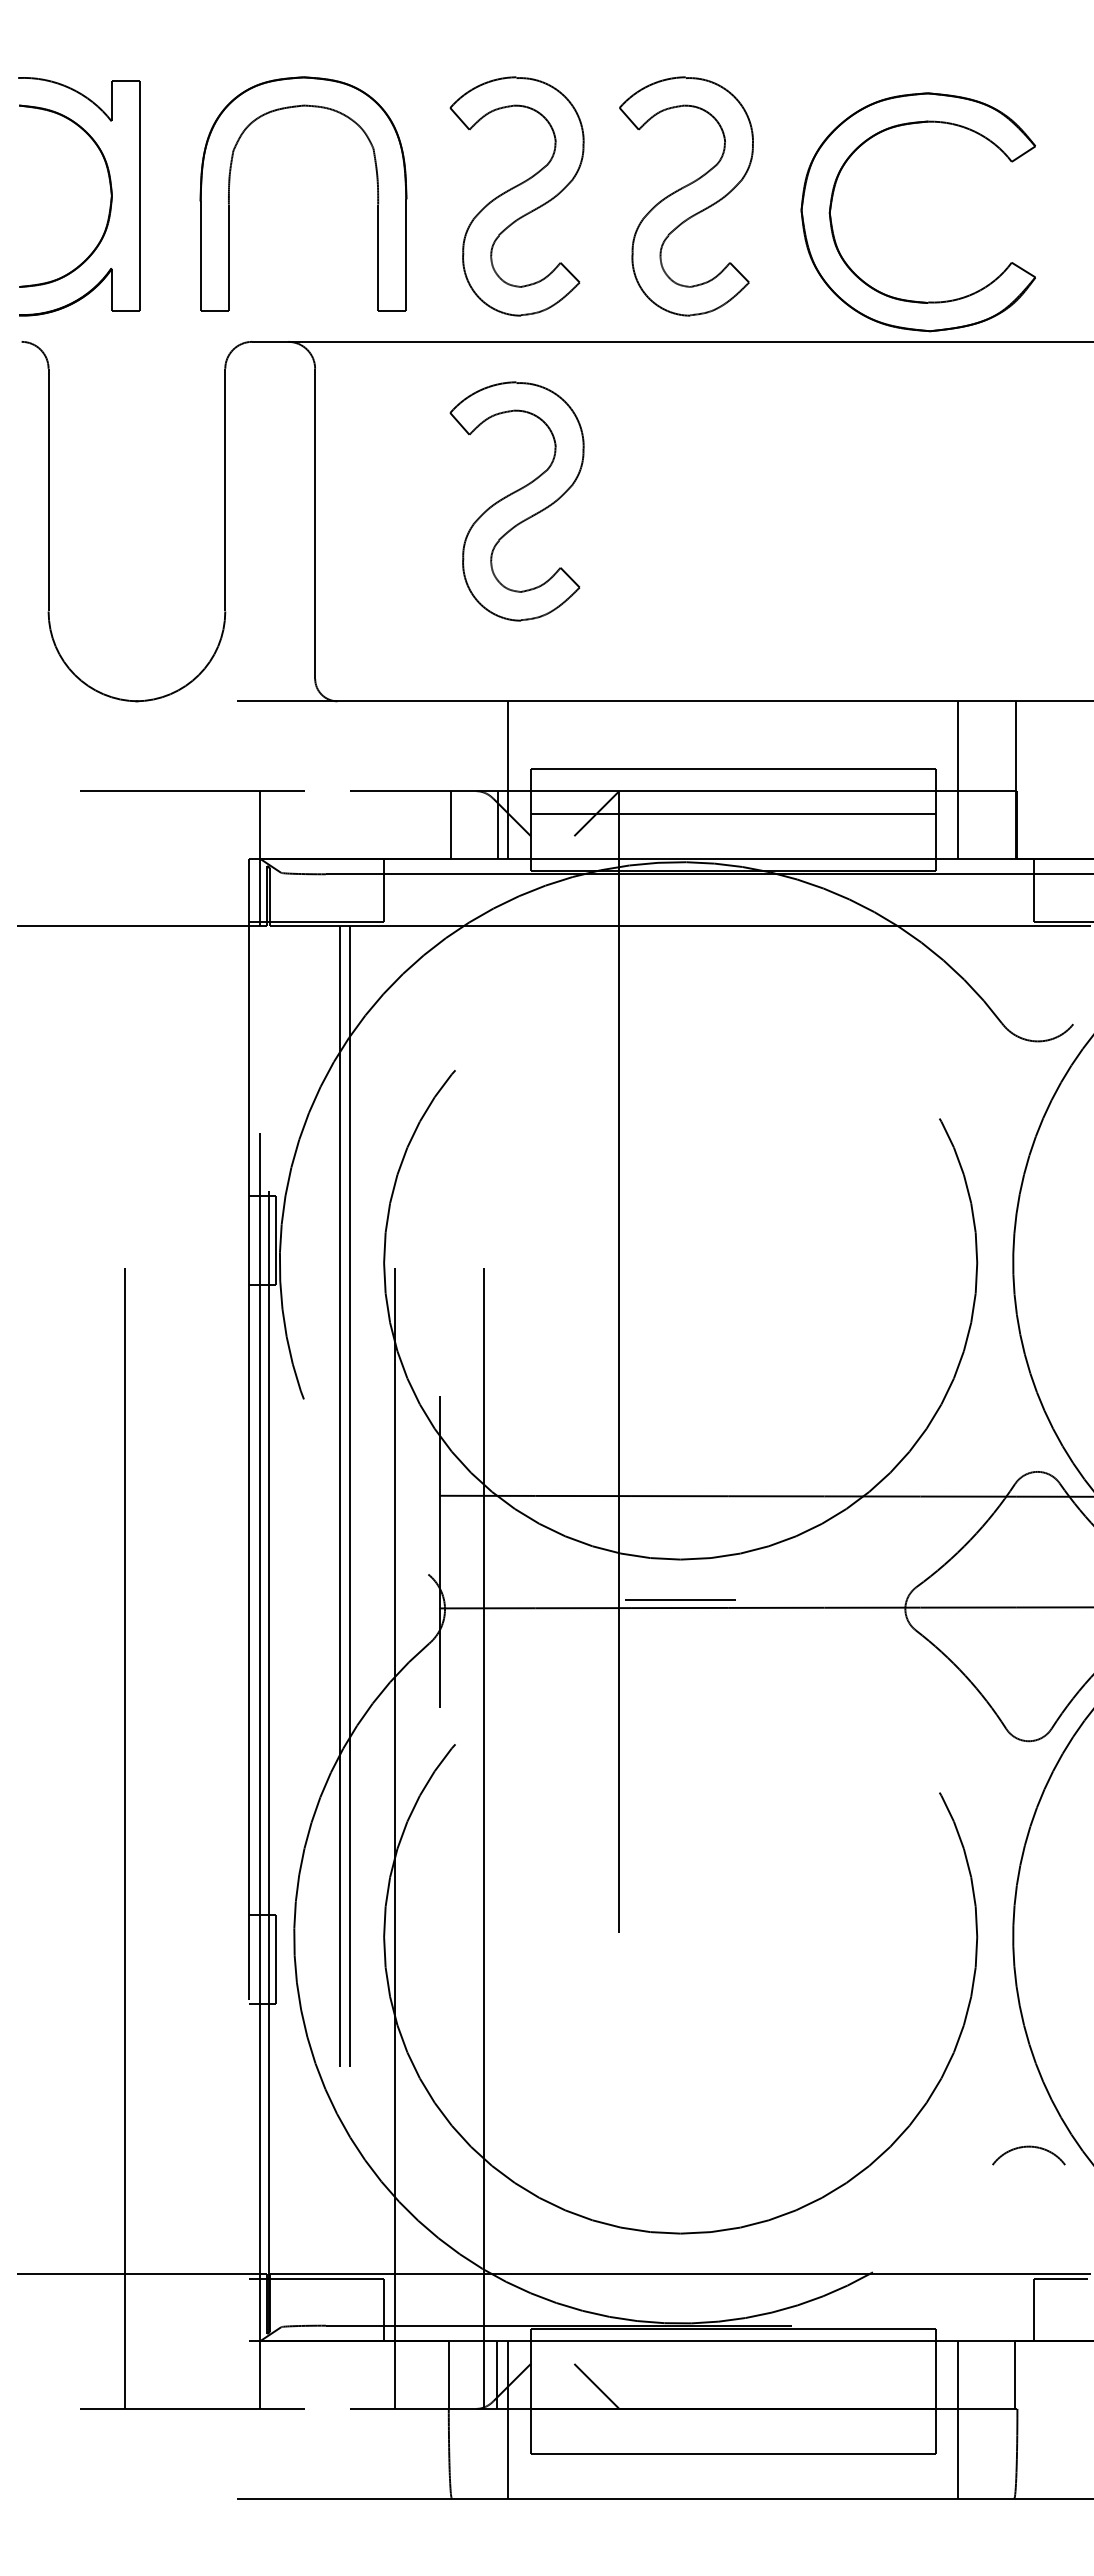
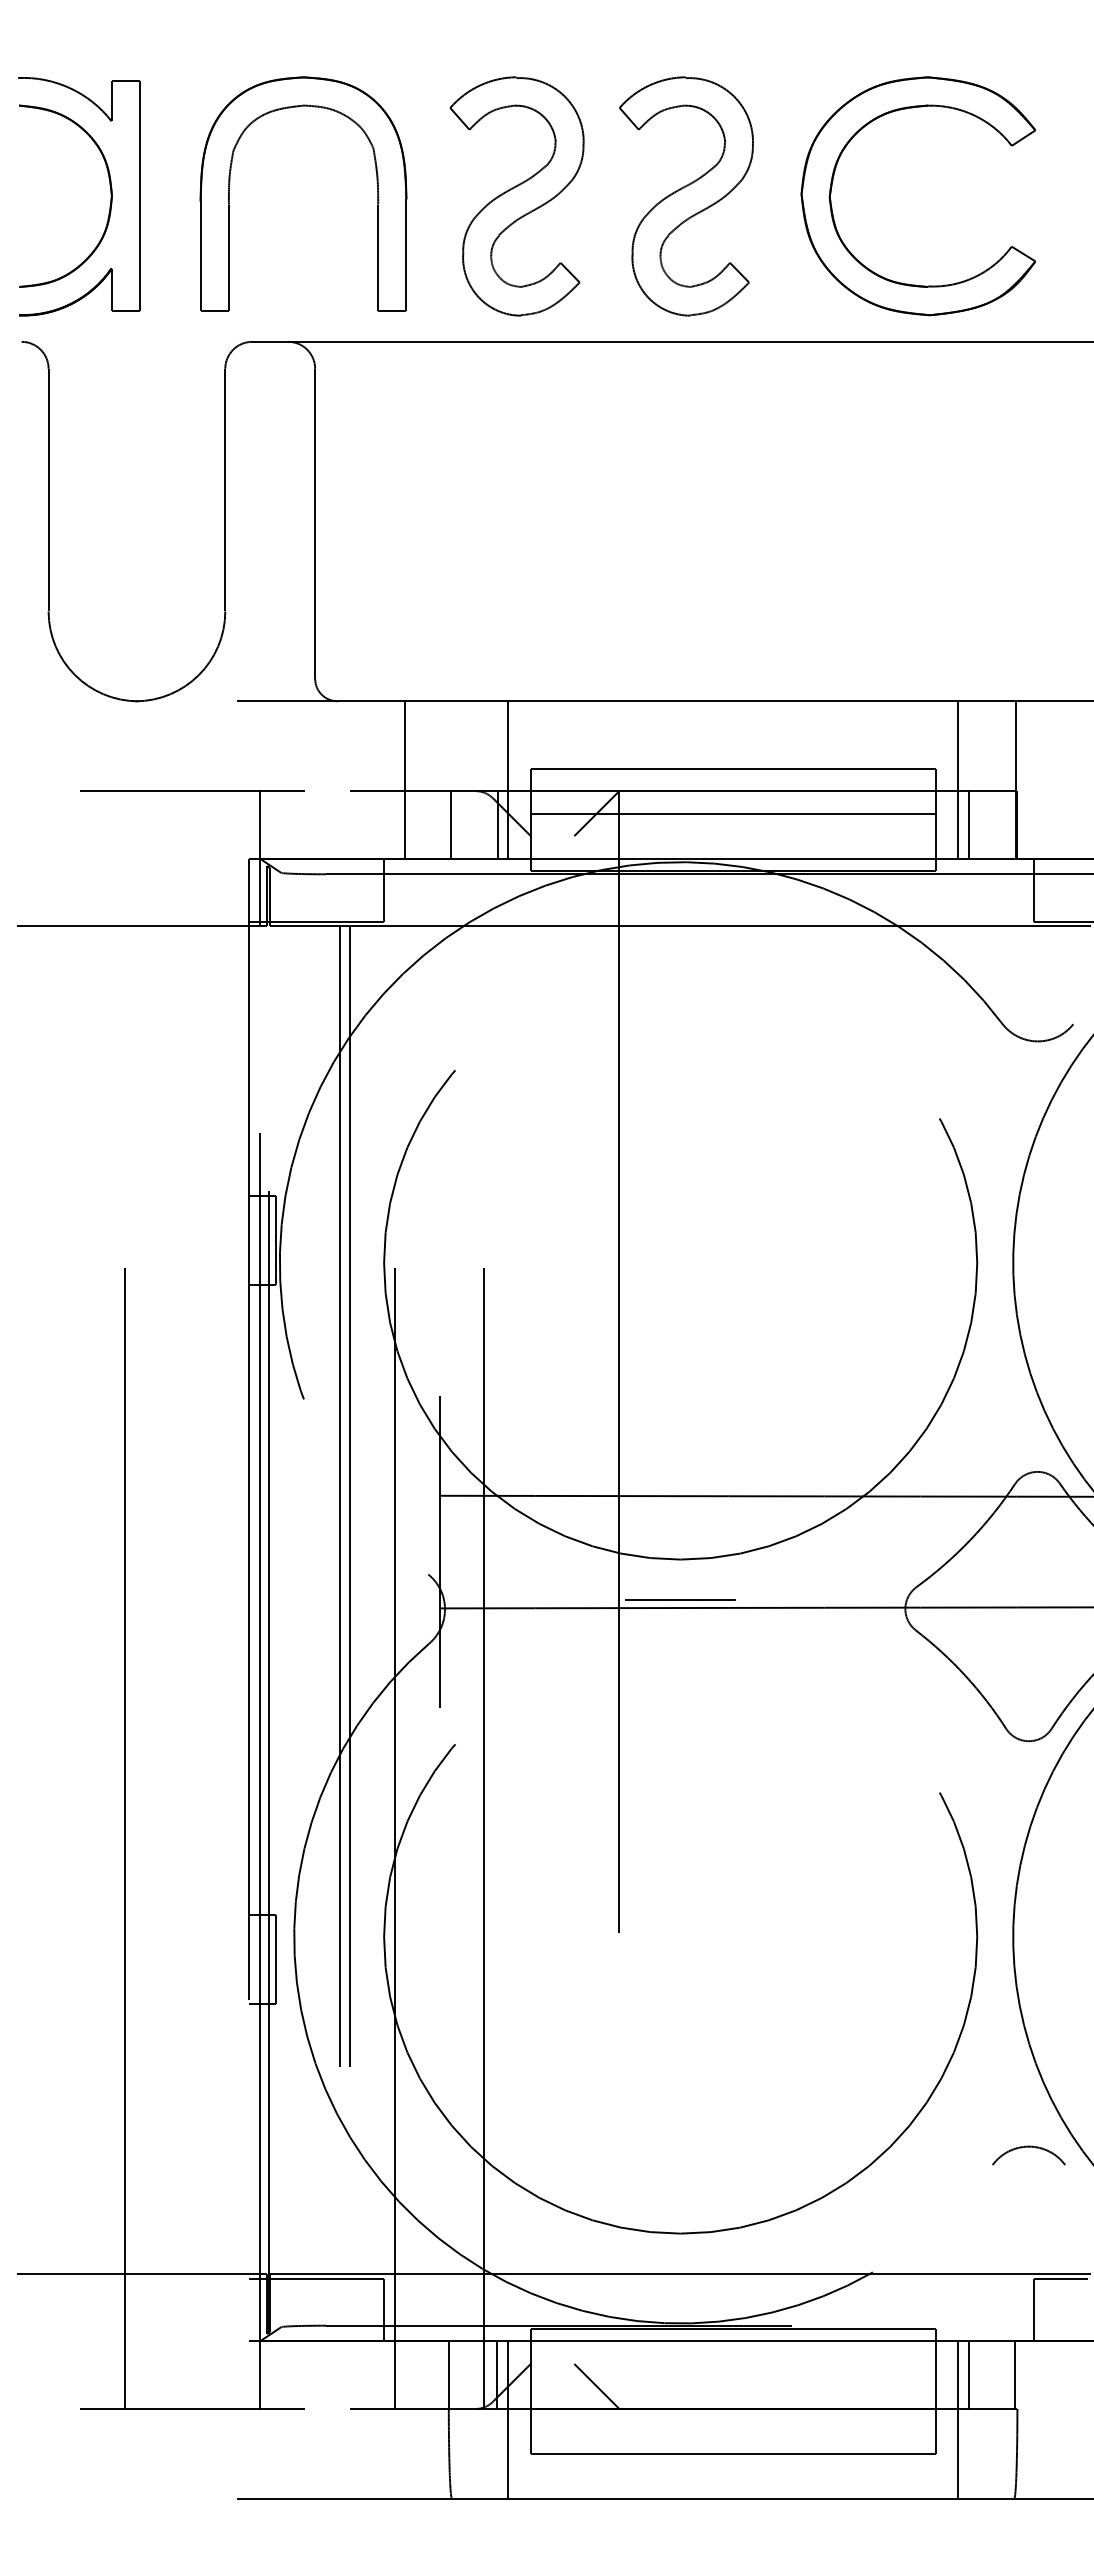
part at (833, 197) position: (833, 197) -> (833, 181)
part at (516, 501): present -> none
line at (405, 779): none -> present
line at (968, 824): none -> present
line at (968, 2374): none -> present
